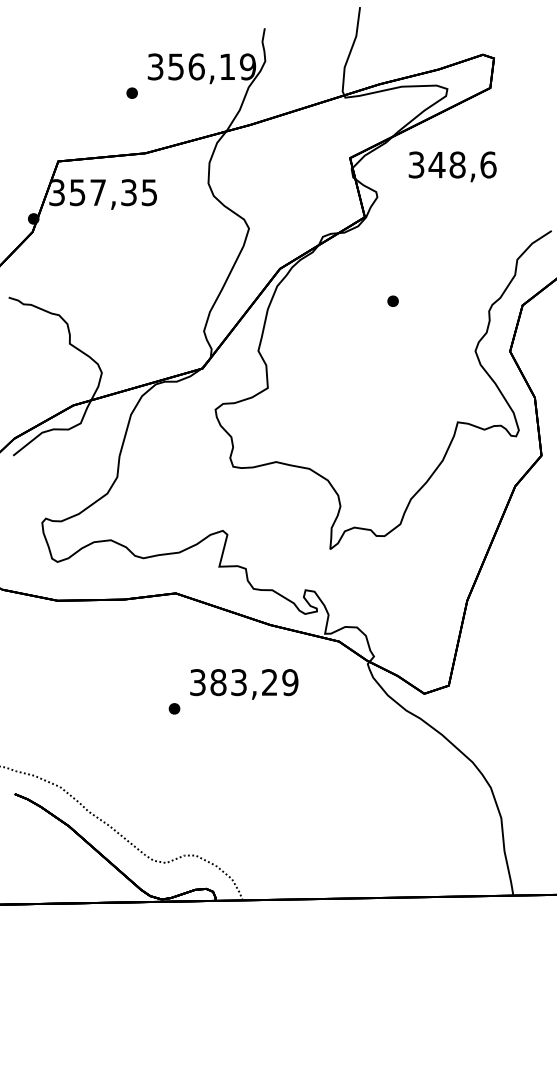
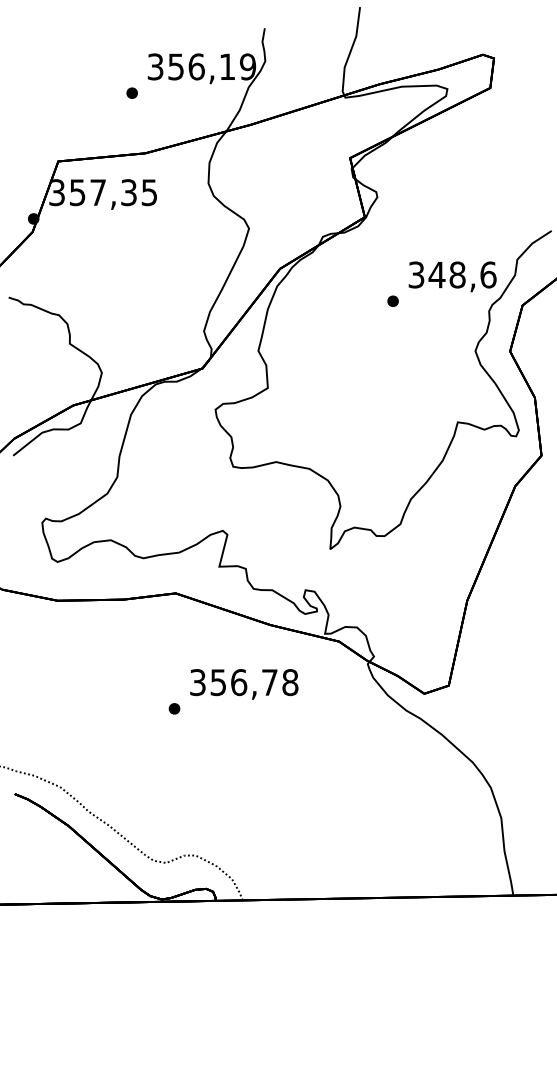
text at (452, 166) position: (452, 166) -> (452, 276)
text at (254, 682): 383,29 -> 356,78
